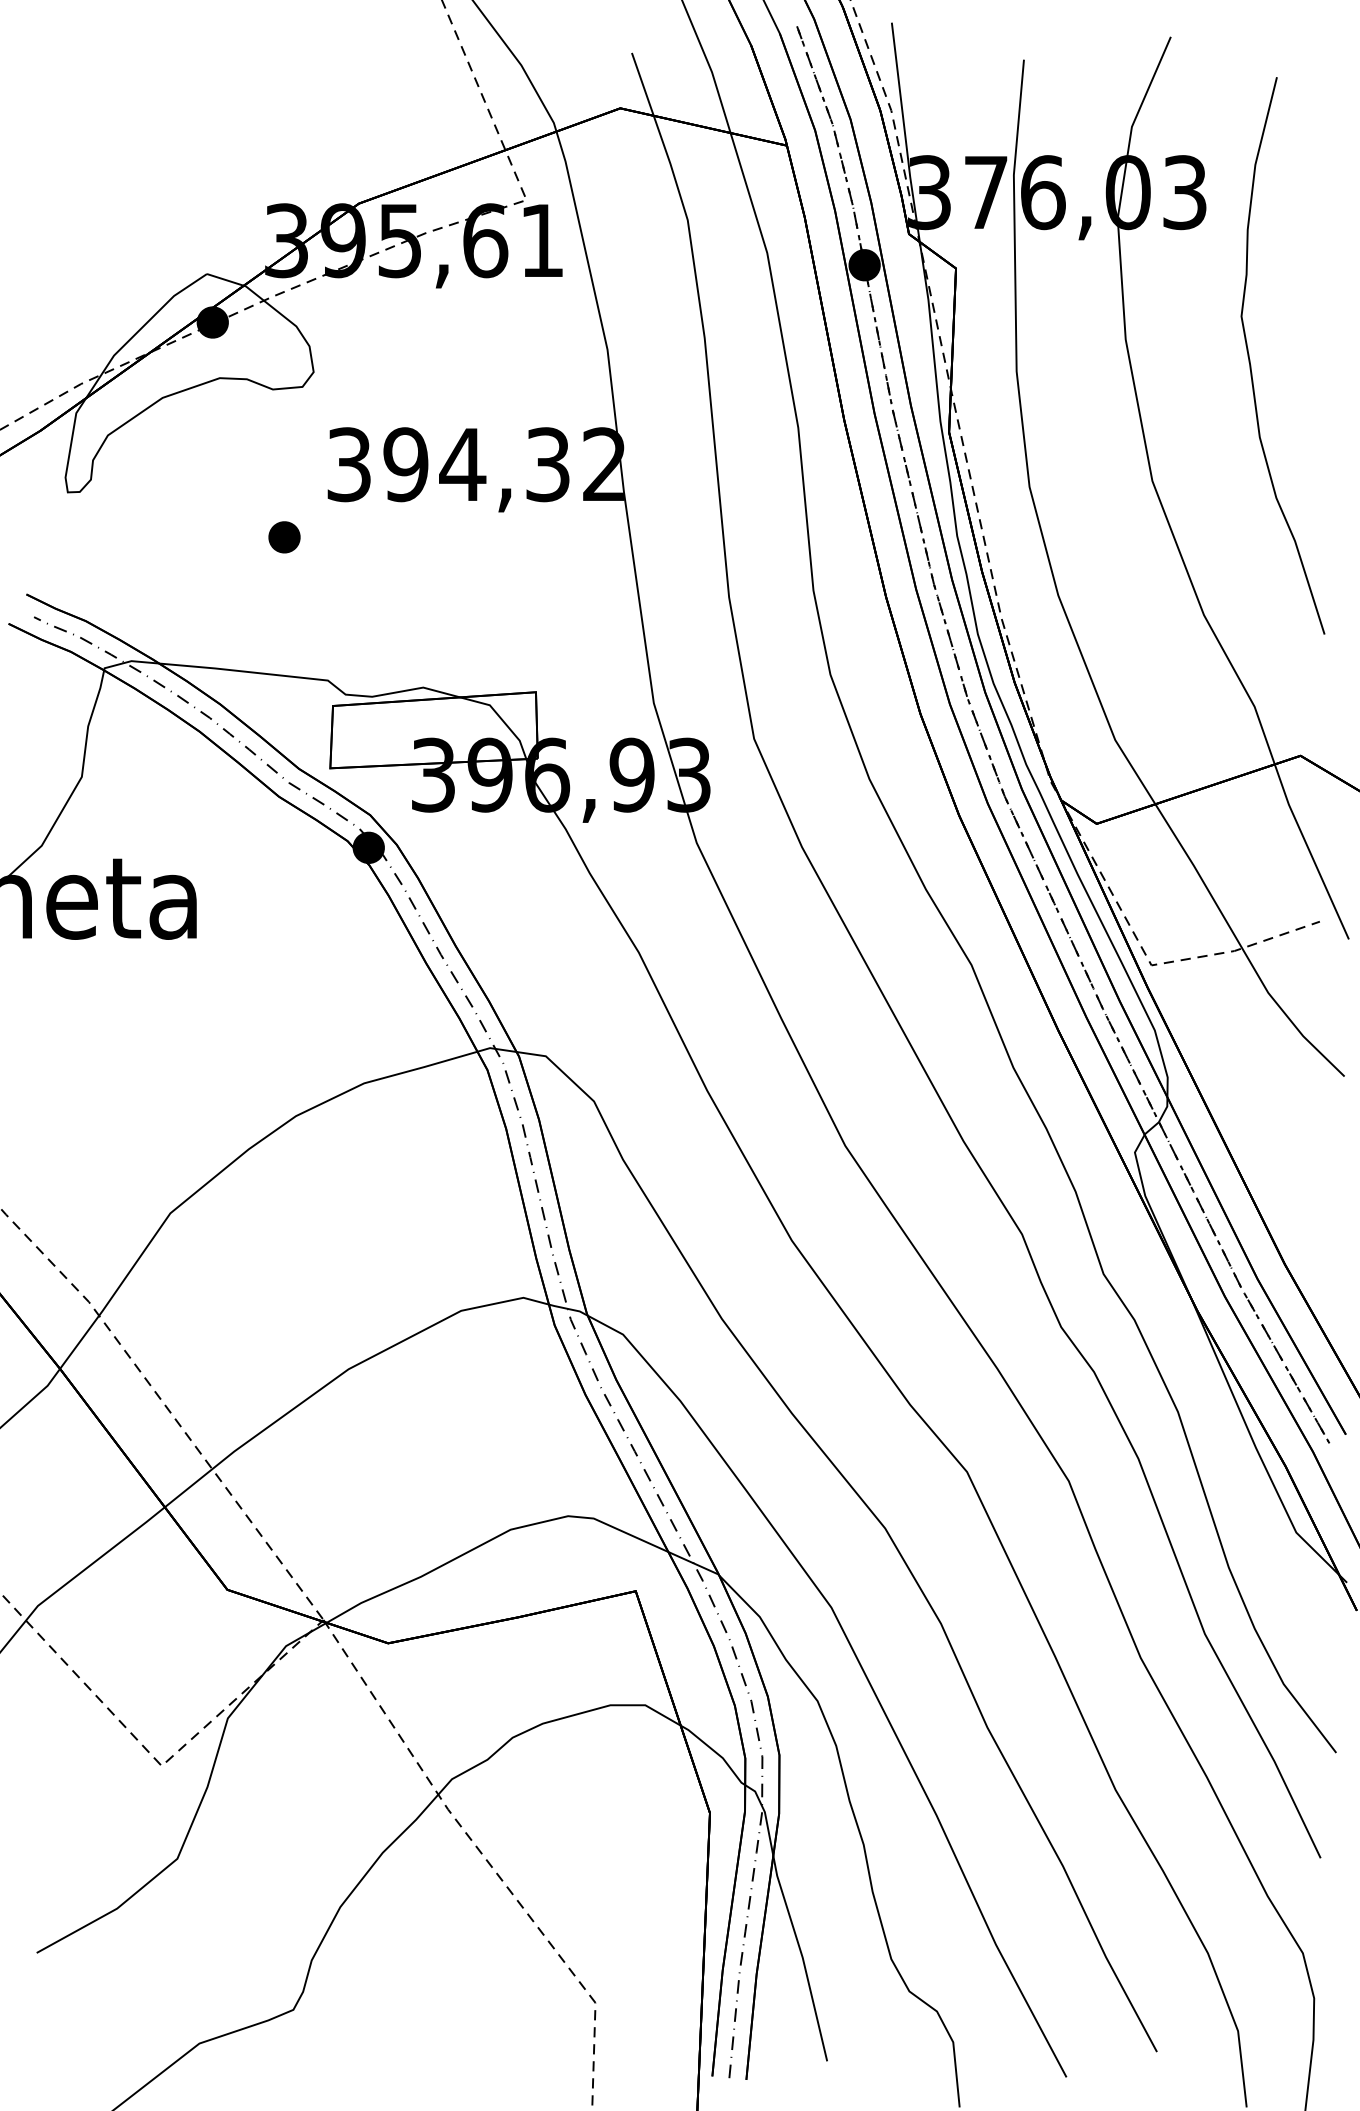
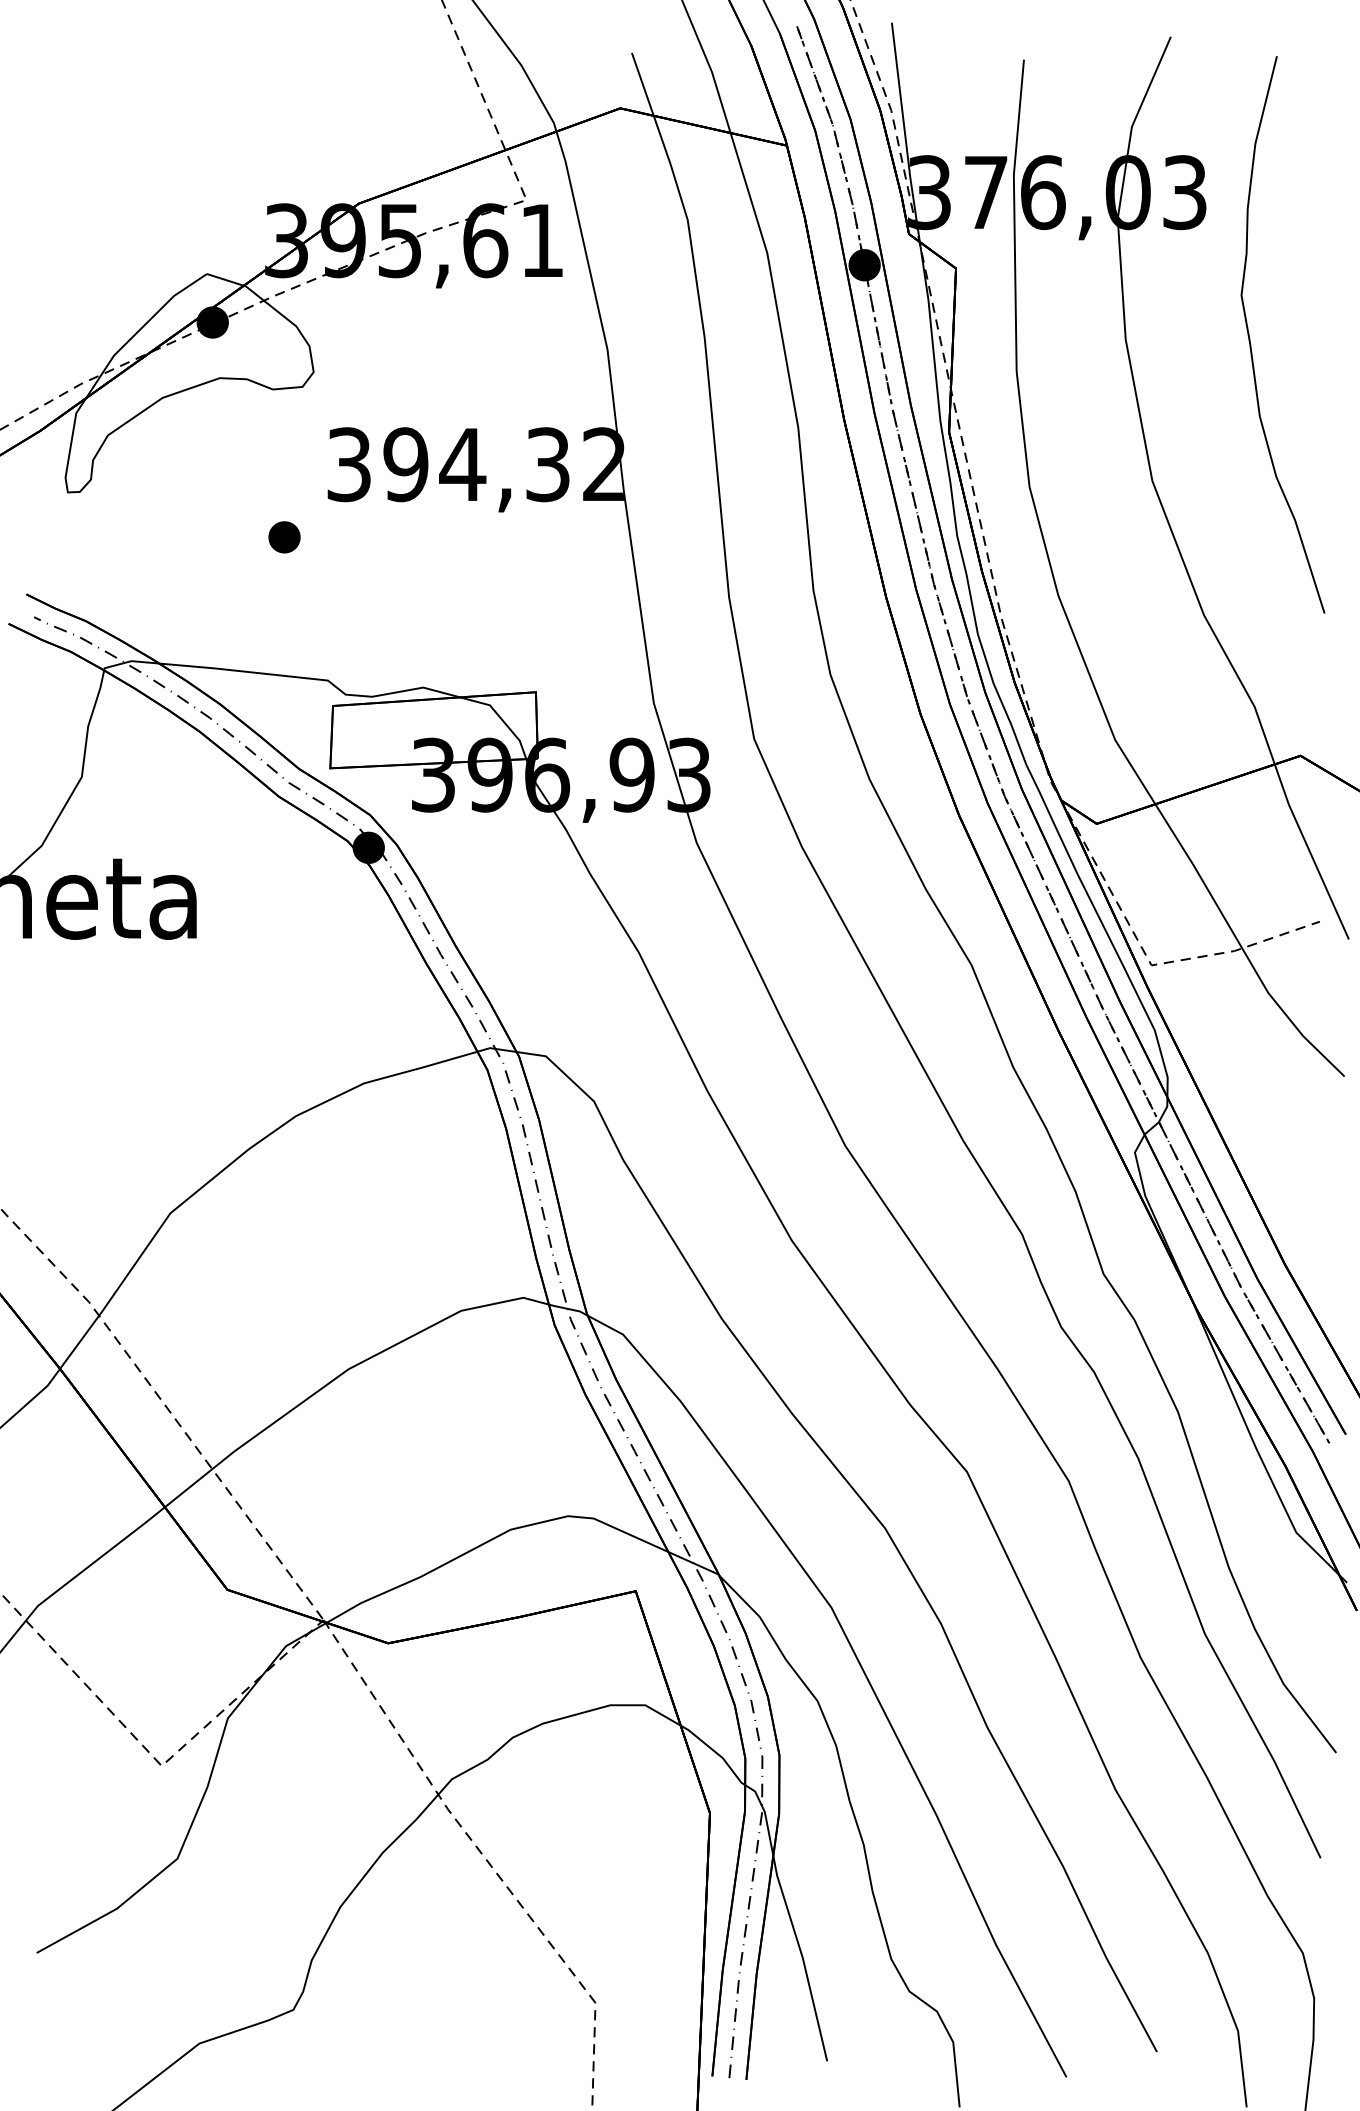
curve at (1250, 359) position: (1250, 359) -> (1250, 338)
